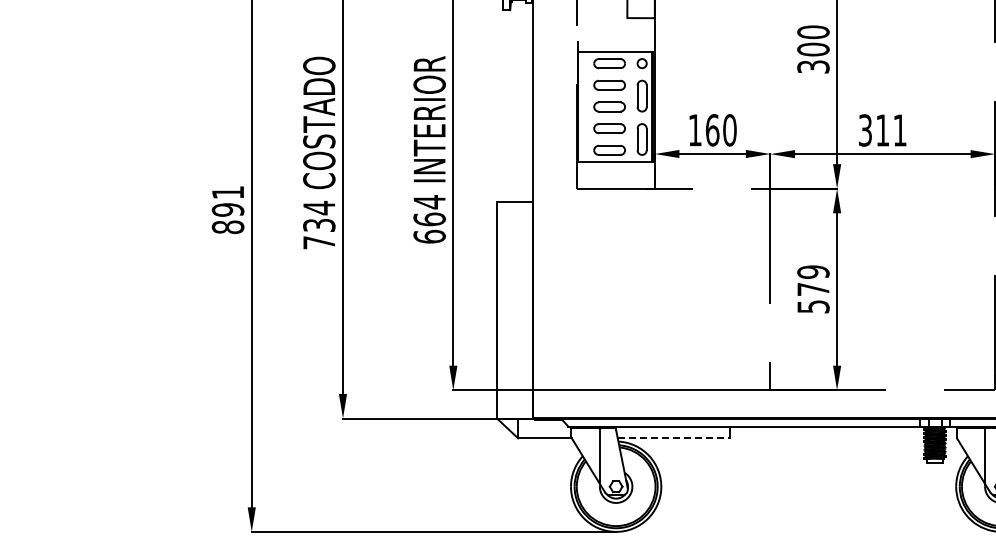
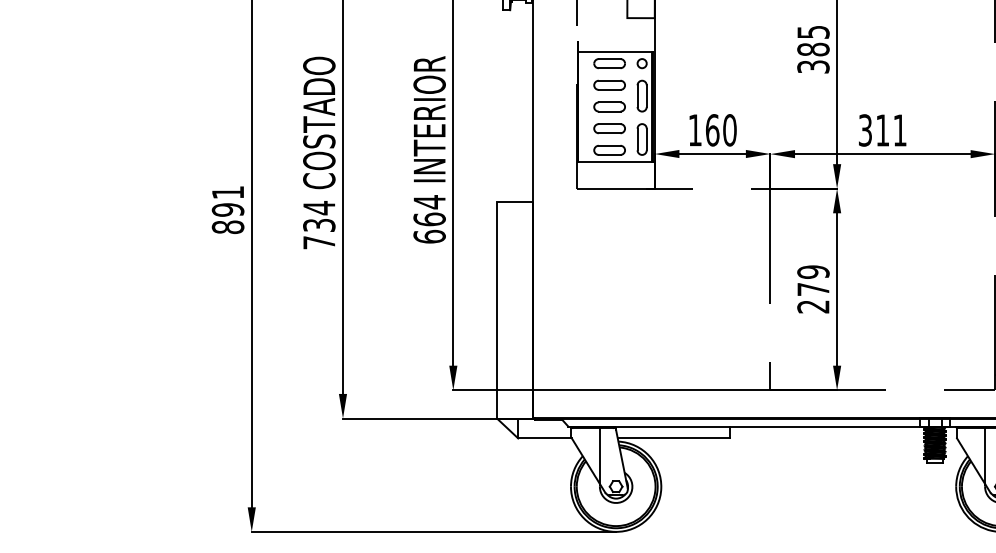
text at (813, 40): 300 -> 385
text at (813, 306): 579 -> 279
line at (673, 438): dashed -> solid
